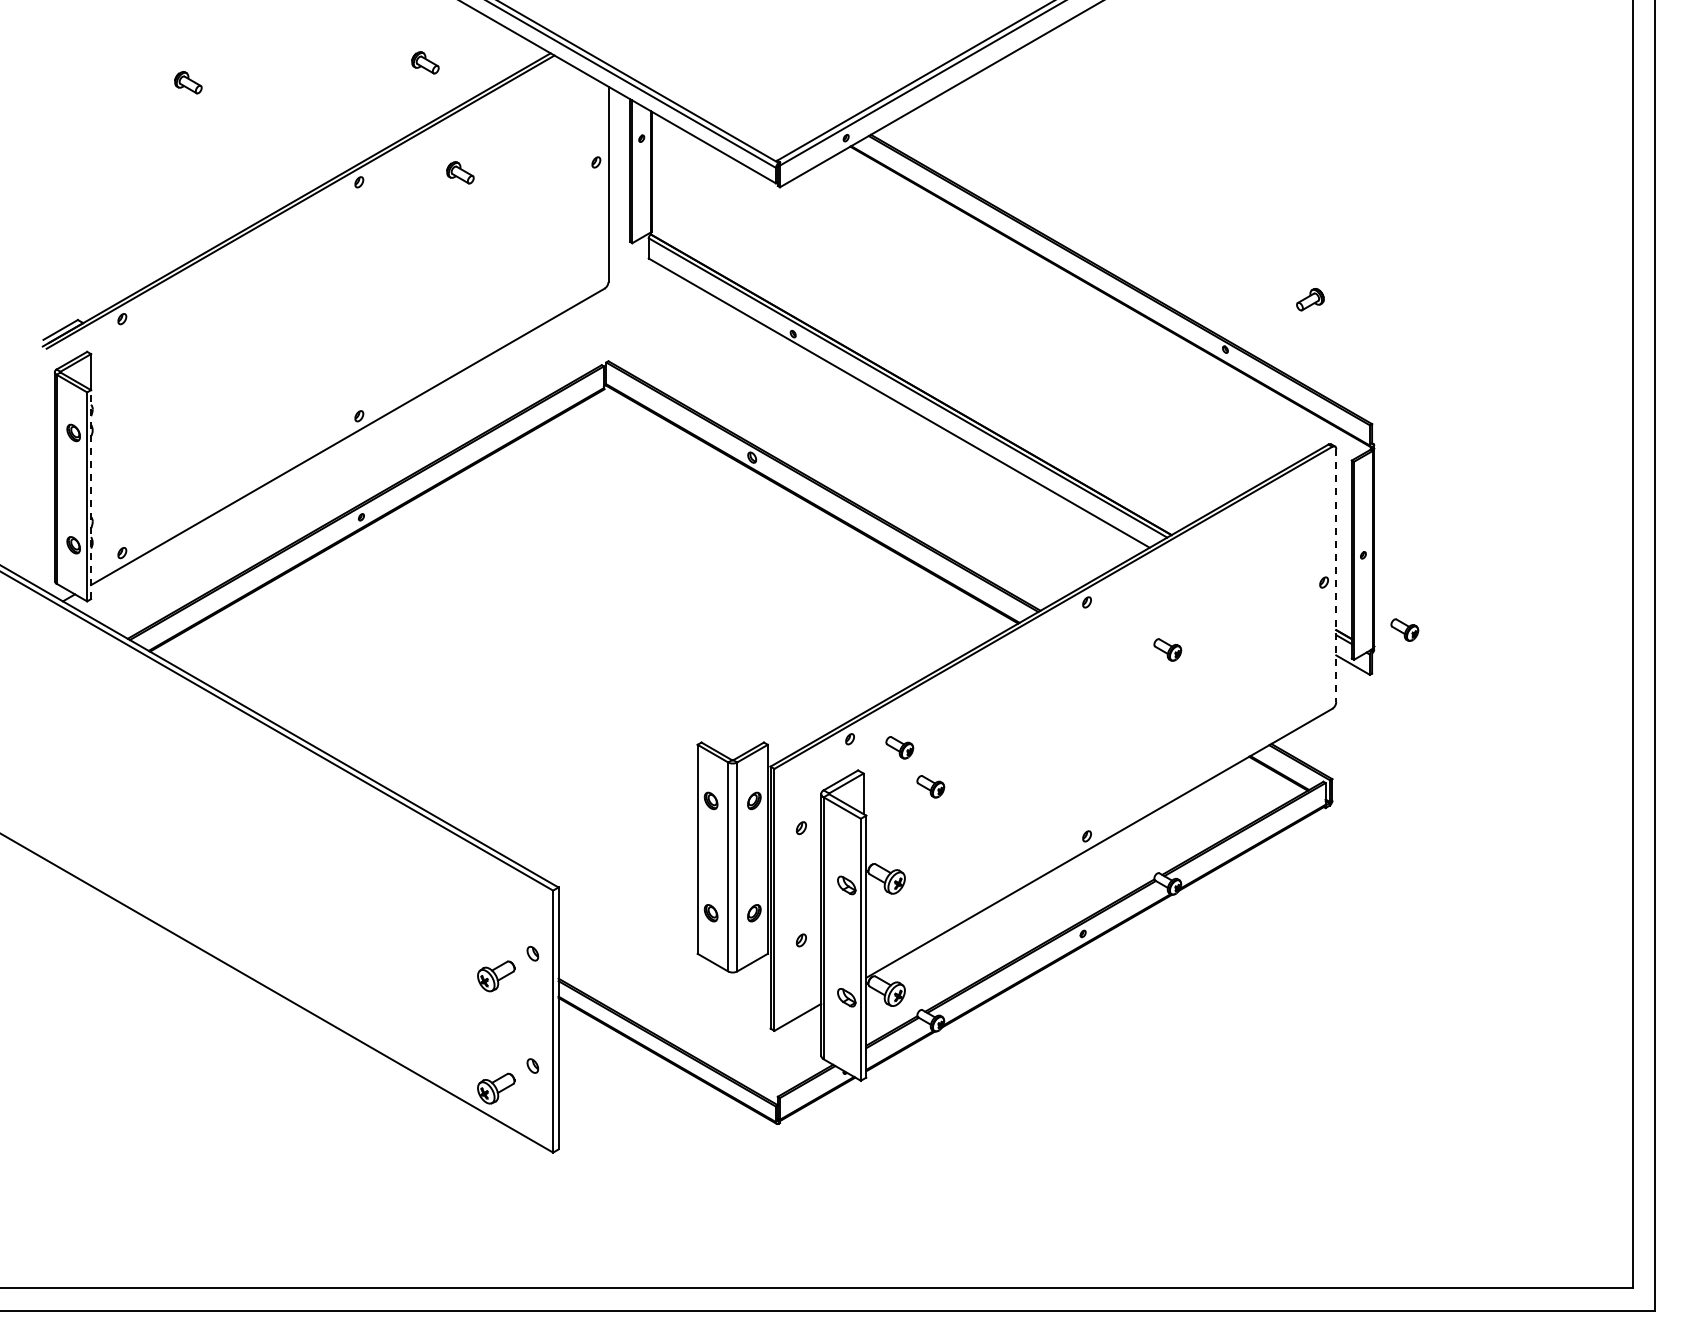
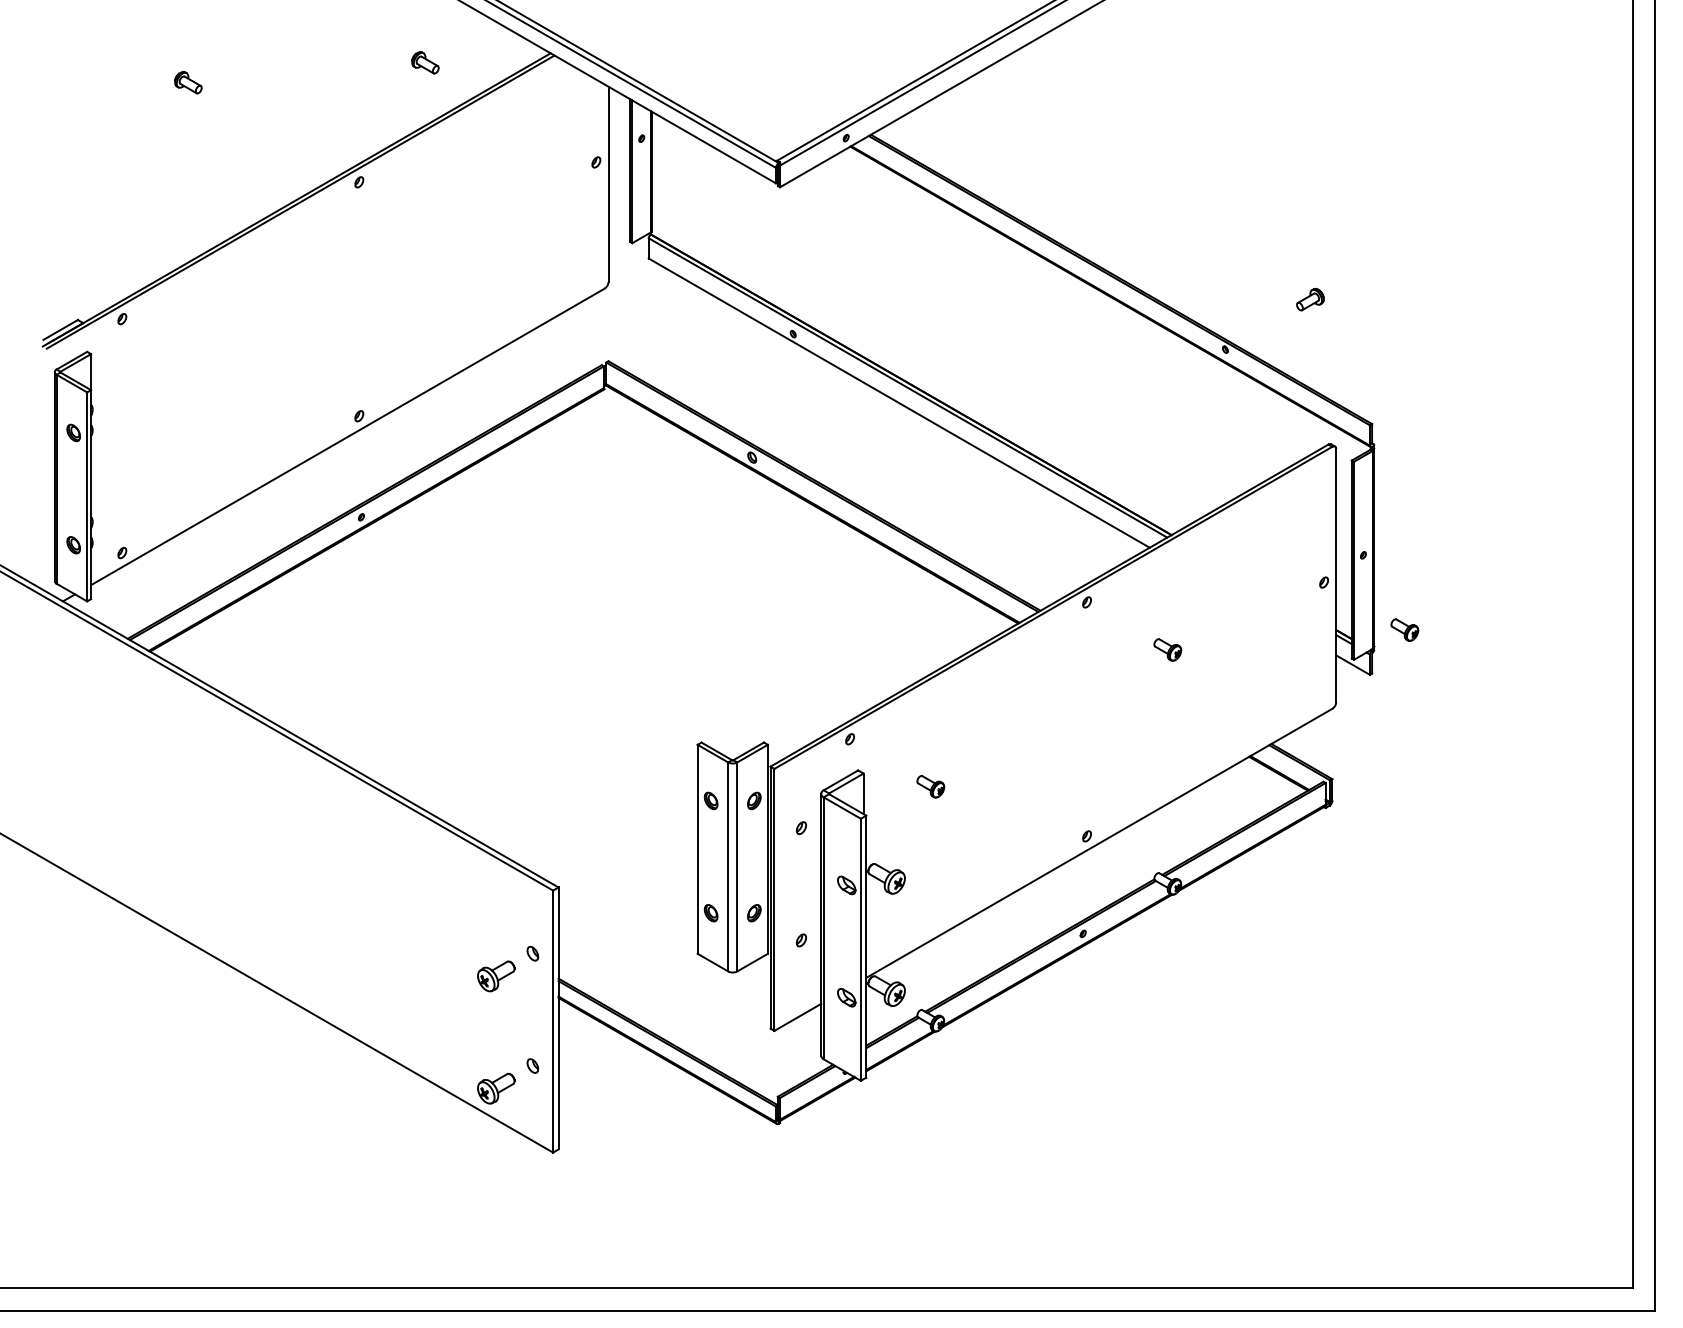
part at (460, 172): present -> none
line at (91, 494): dashed -> solid
line at (1336, 575): dashed -> solid
part at (899, 747): present -> none
